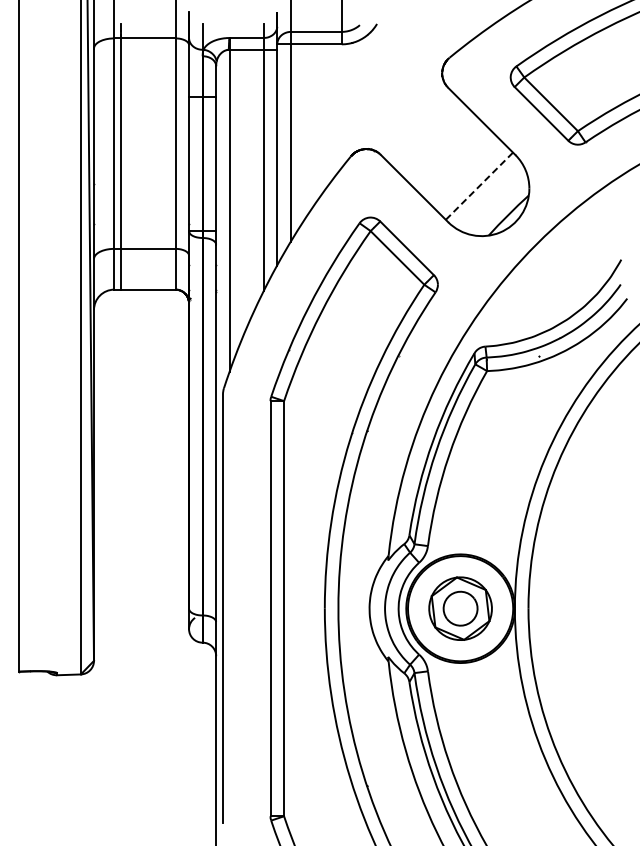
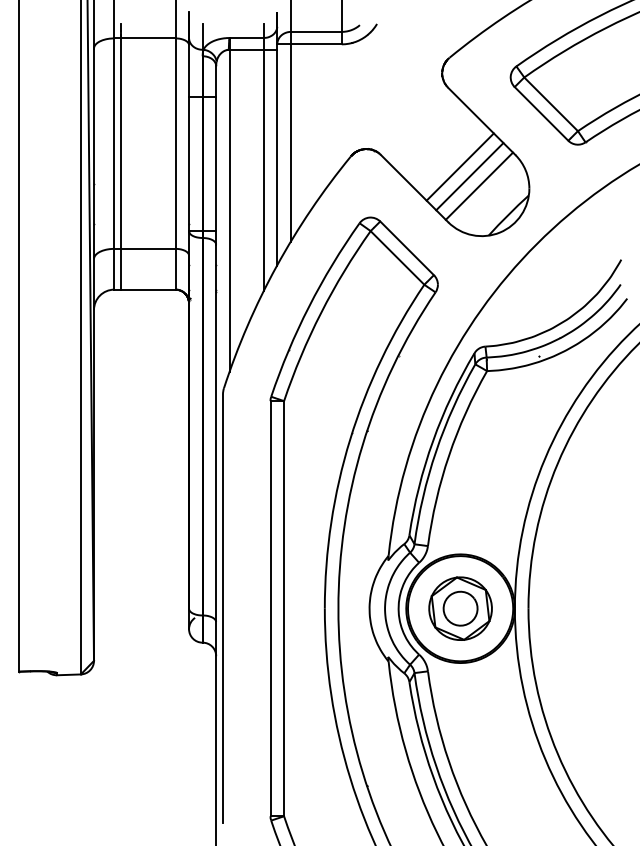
line at (459, 166): none -> present
line at (469, 176): none -> present
line at (479, 186): dashed -> solid
